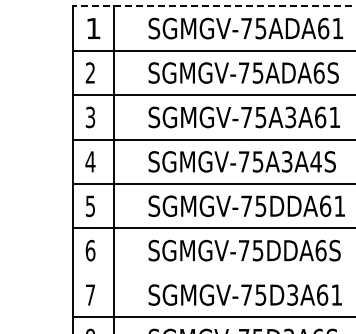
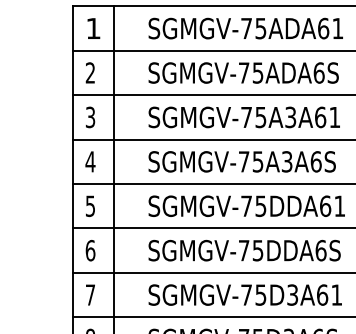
line at (213, 6): dashed -> solid
text at (315, 161): SGMGV-75A3A4S -> SGMGV-75A3A6S
line at (212, 272): none -> present
